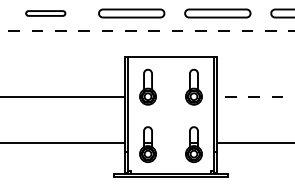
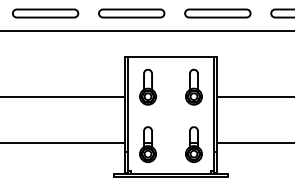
part at (45, 13) size: 42x7 px -> 68x11 px
line at (147, 30): dashed -> solid
line at (256, 97): dashed -> solid
